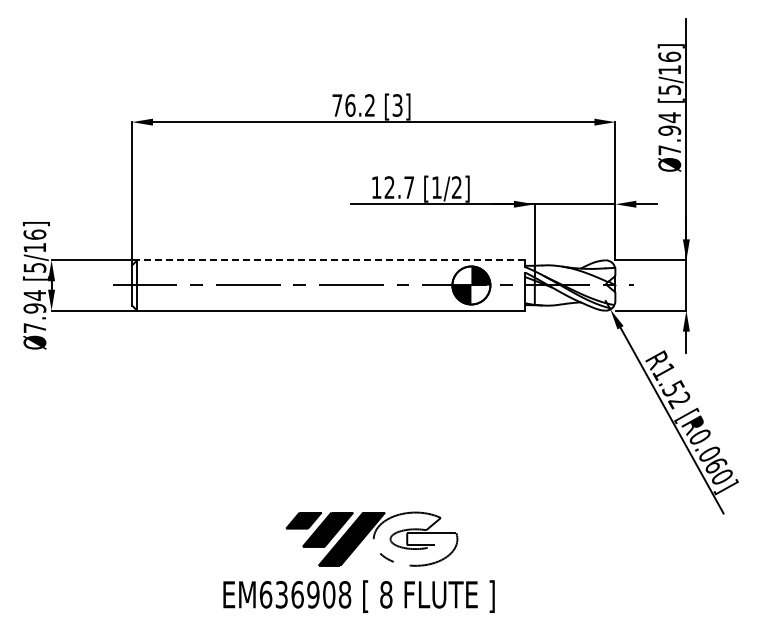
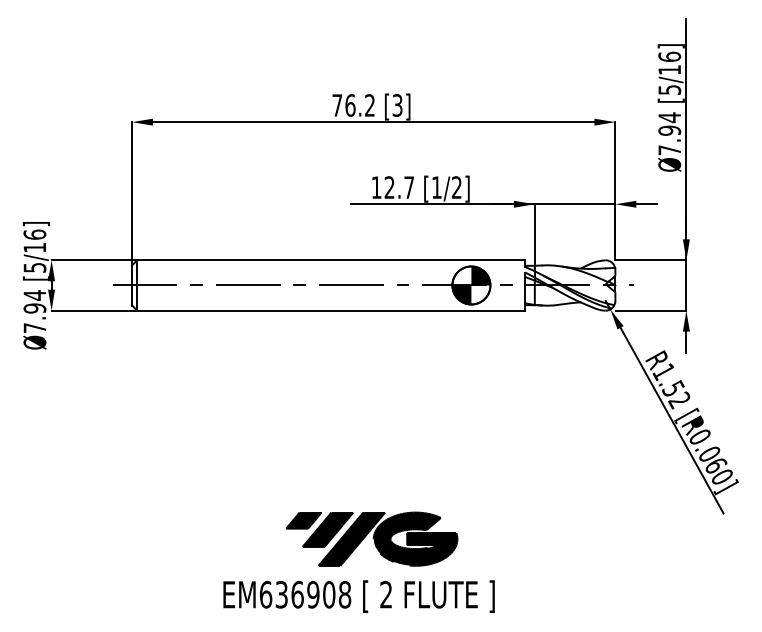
line at (331, 260): dashed -> solid
fill at (415, 538): none -> present
text at (386, 594): 8 -> 2
